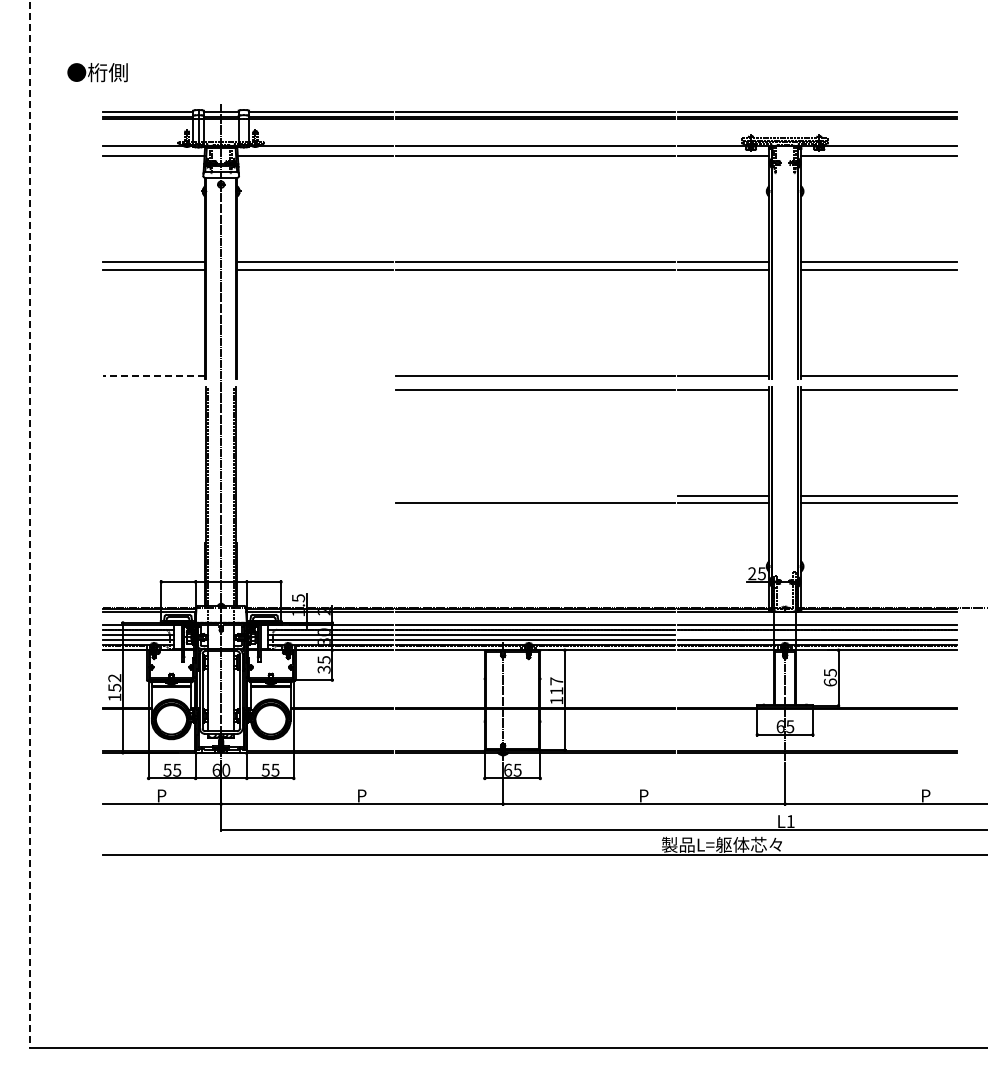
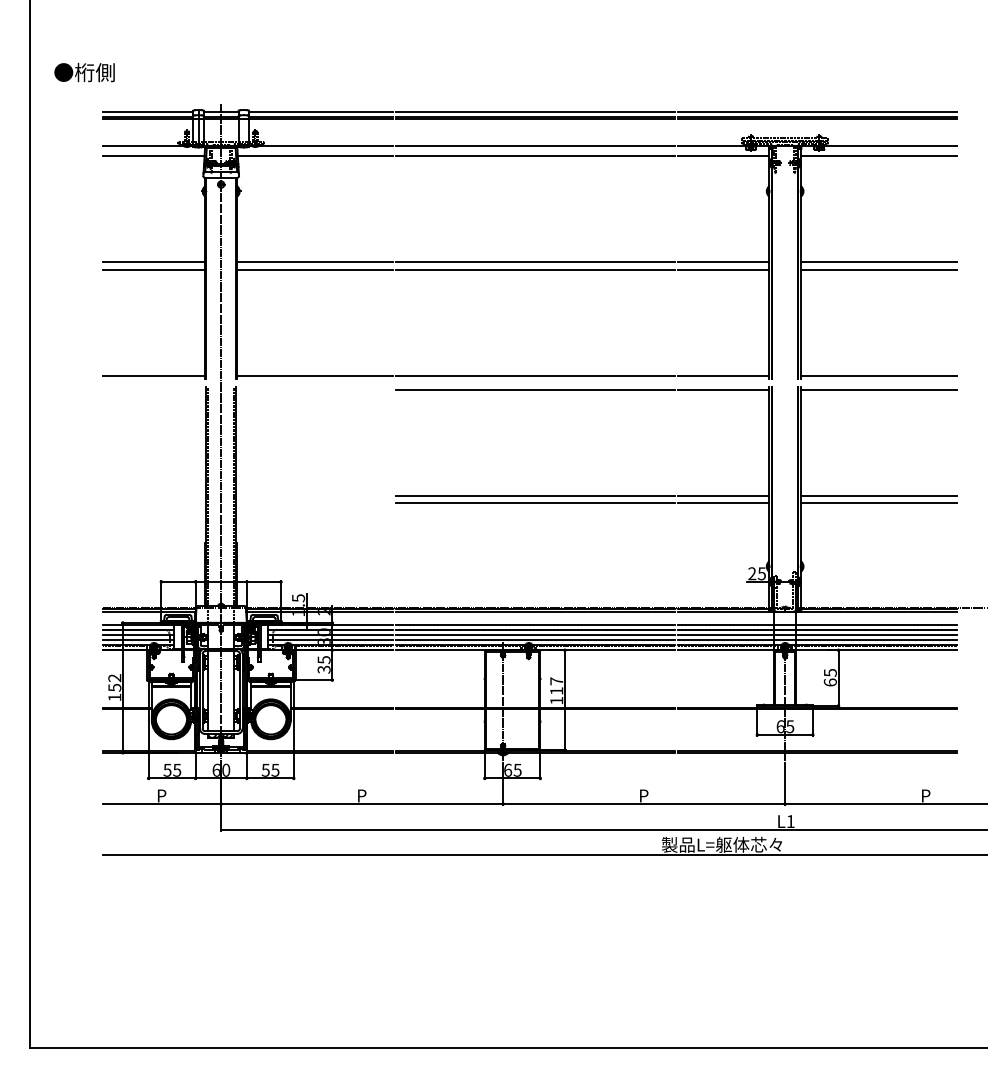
text at (97, 72) position: (97, 72) -> (84, 72)
line at (153, 375): dashed -> solid
line at (314, 375): none -> present
line at (534, 495): none -> present
line at (29, 524): dashed -> solid
line at (816, 634): none -> present
